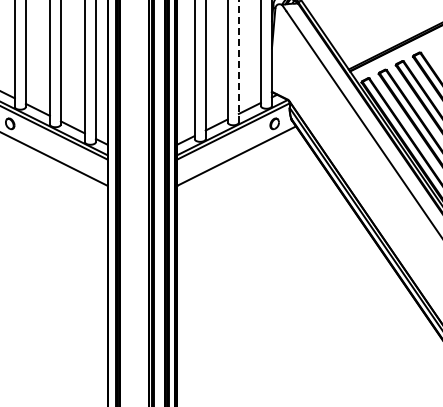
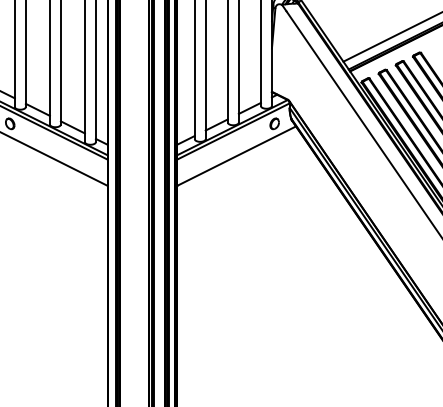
line at (391, 37): none -> present
line at (238, 61): dashed -> solid
